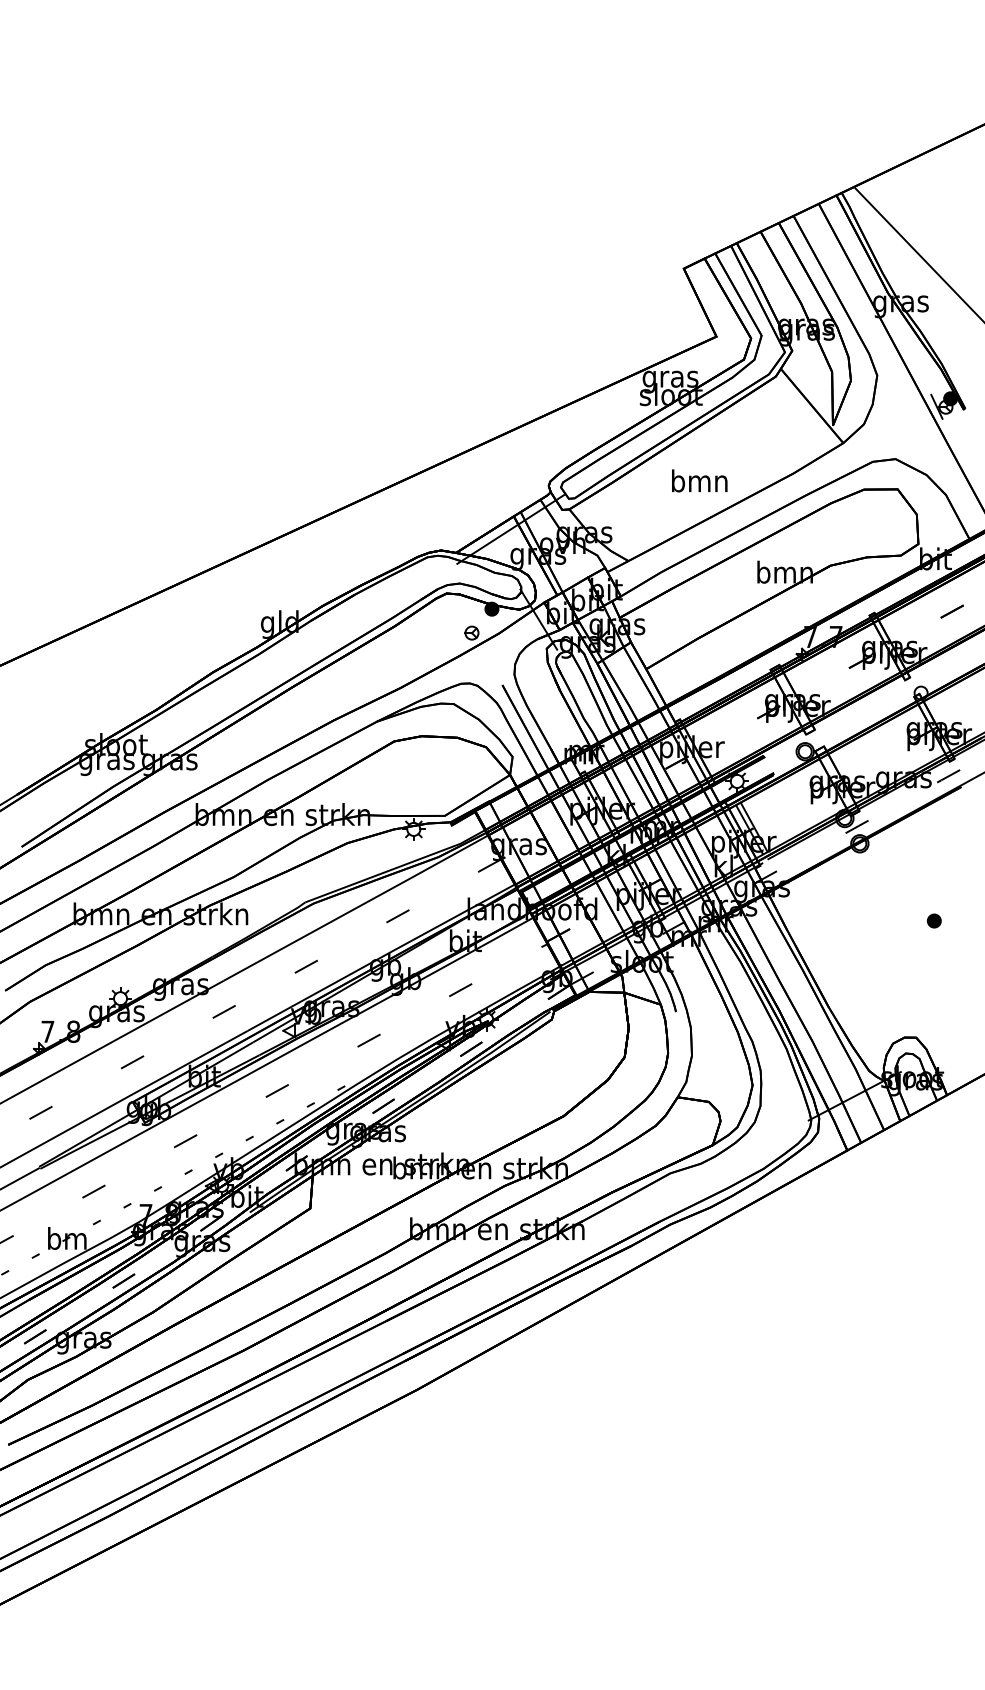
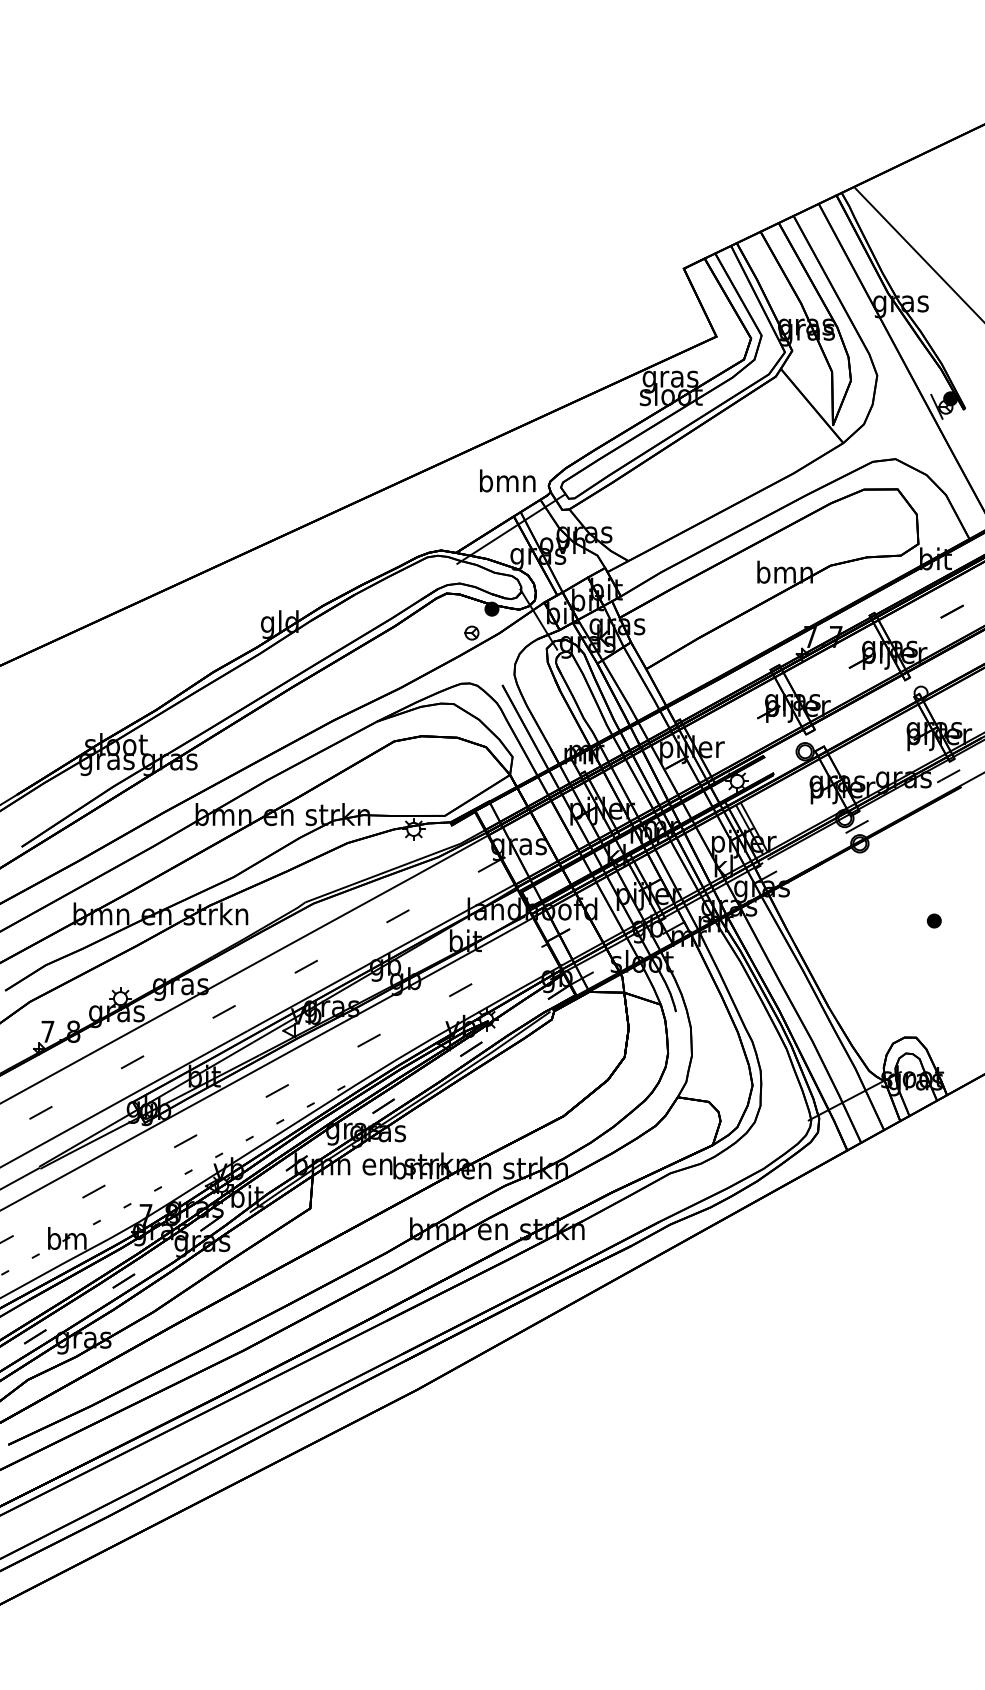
text at (699, 480) position: (699, 480) -> (507, 480)
